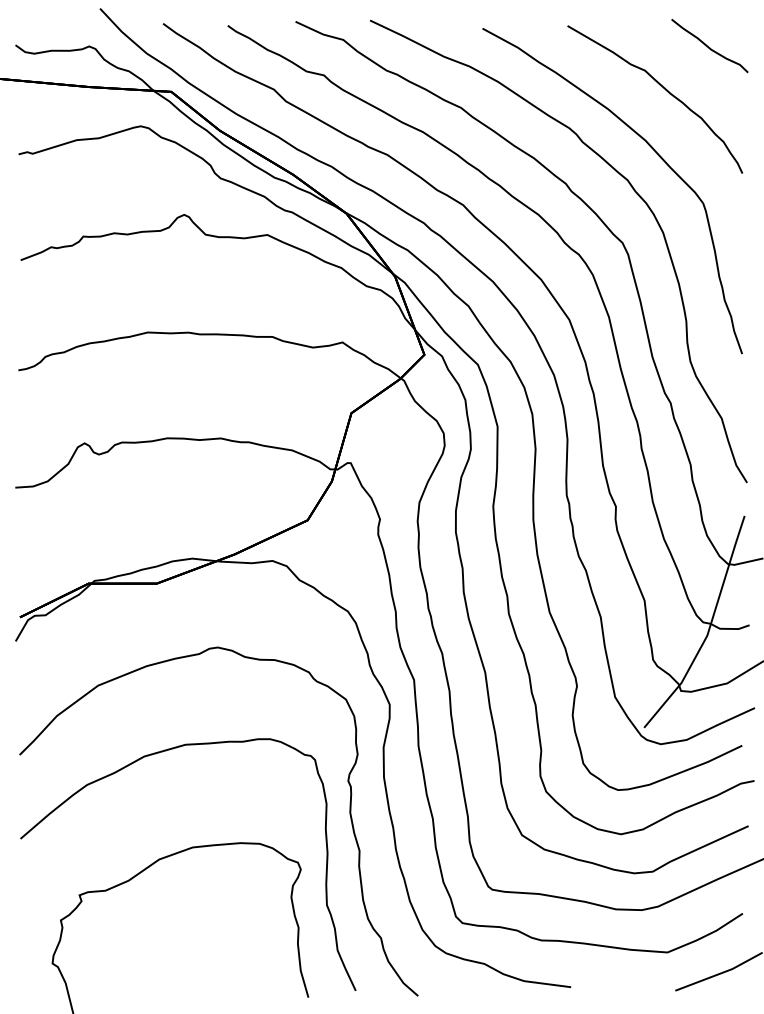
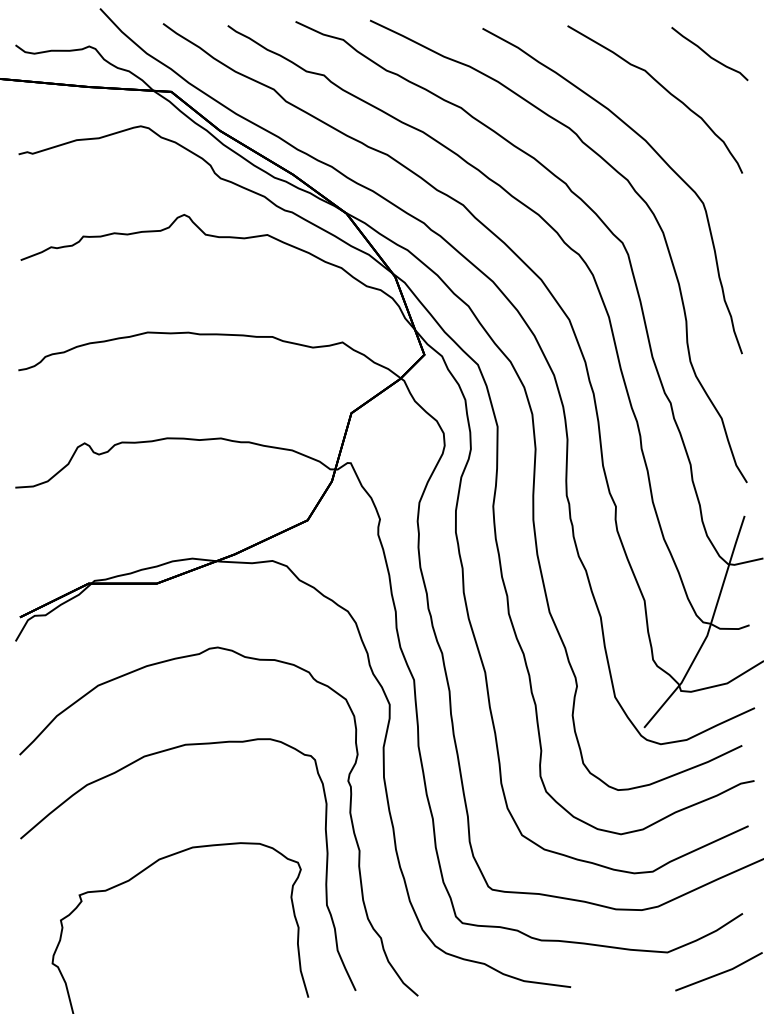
curve at (709, 46) position: (709, 46) -> (709, 54)
